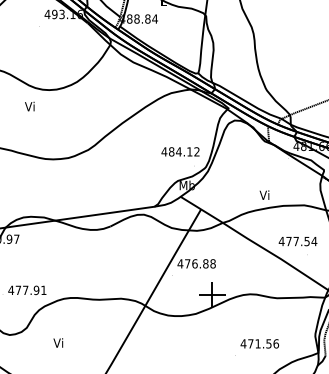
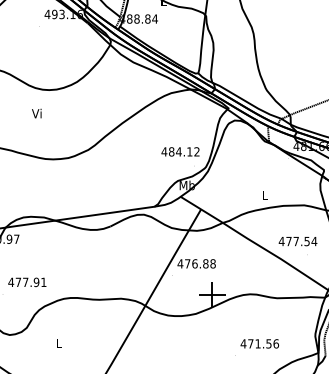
text at (29, 106) position: (29, 106) -> (36, 113)
text at (264, 194): Vi -> L
text at (27, 290) position: (27, 290) -> (27, 282)
text at (58, 342): Vi -> L
